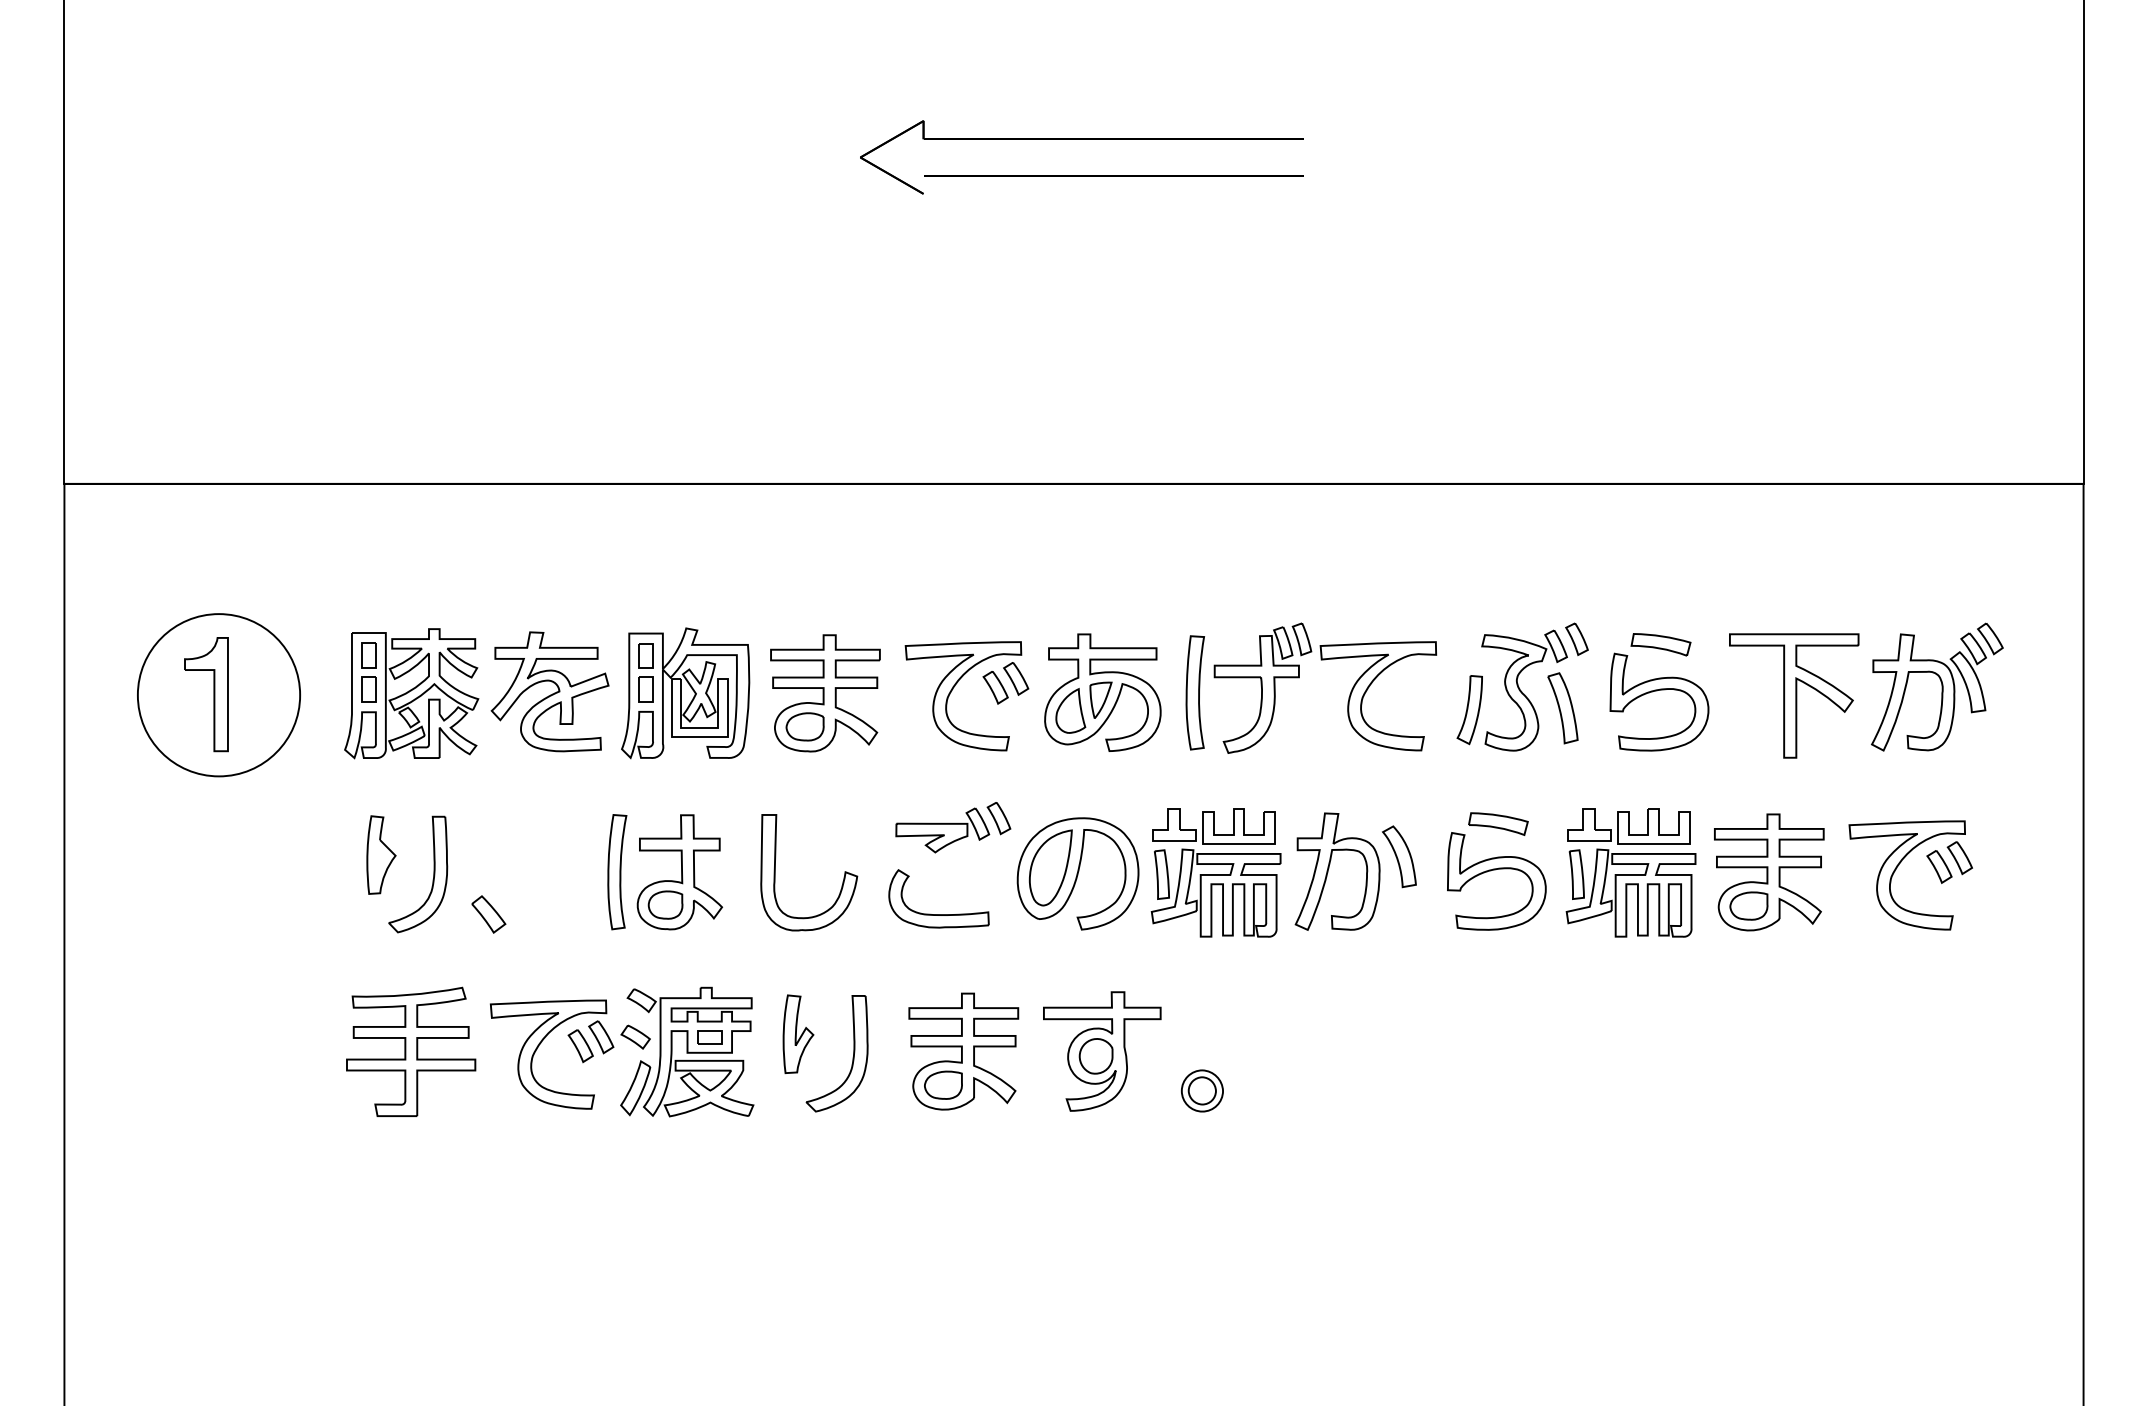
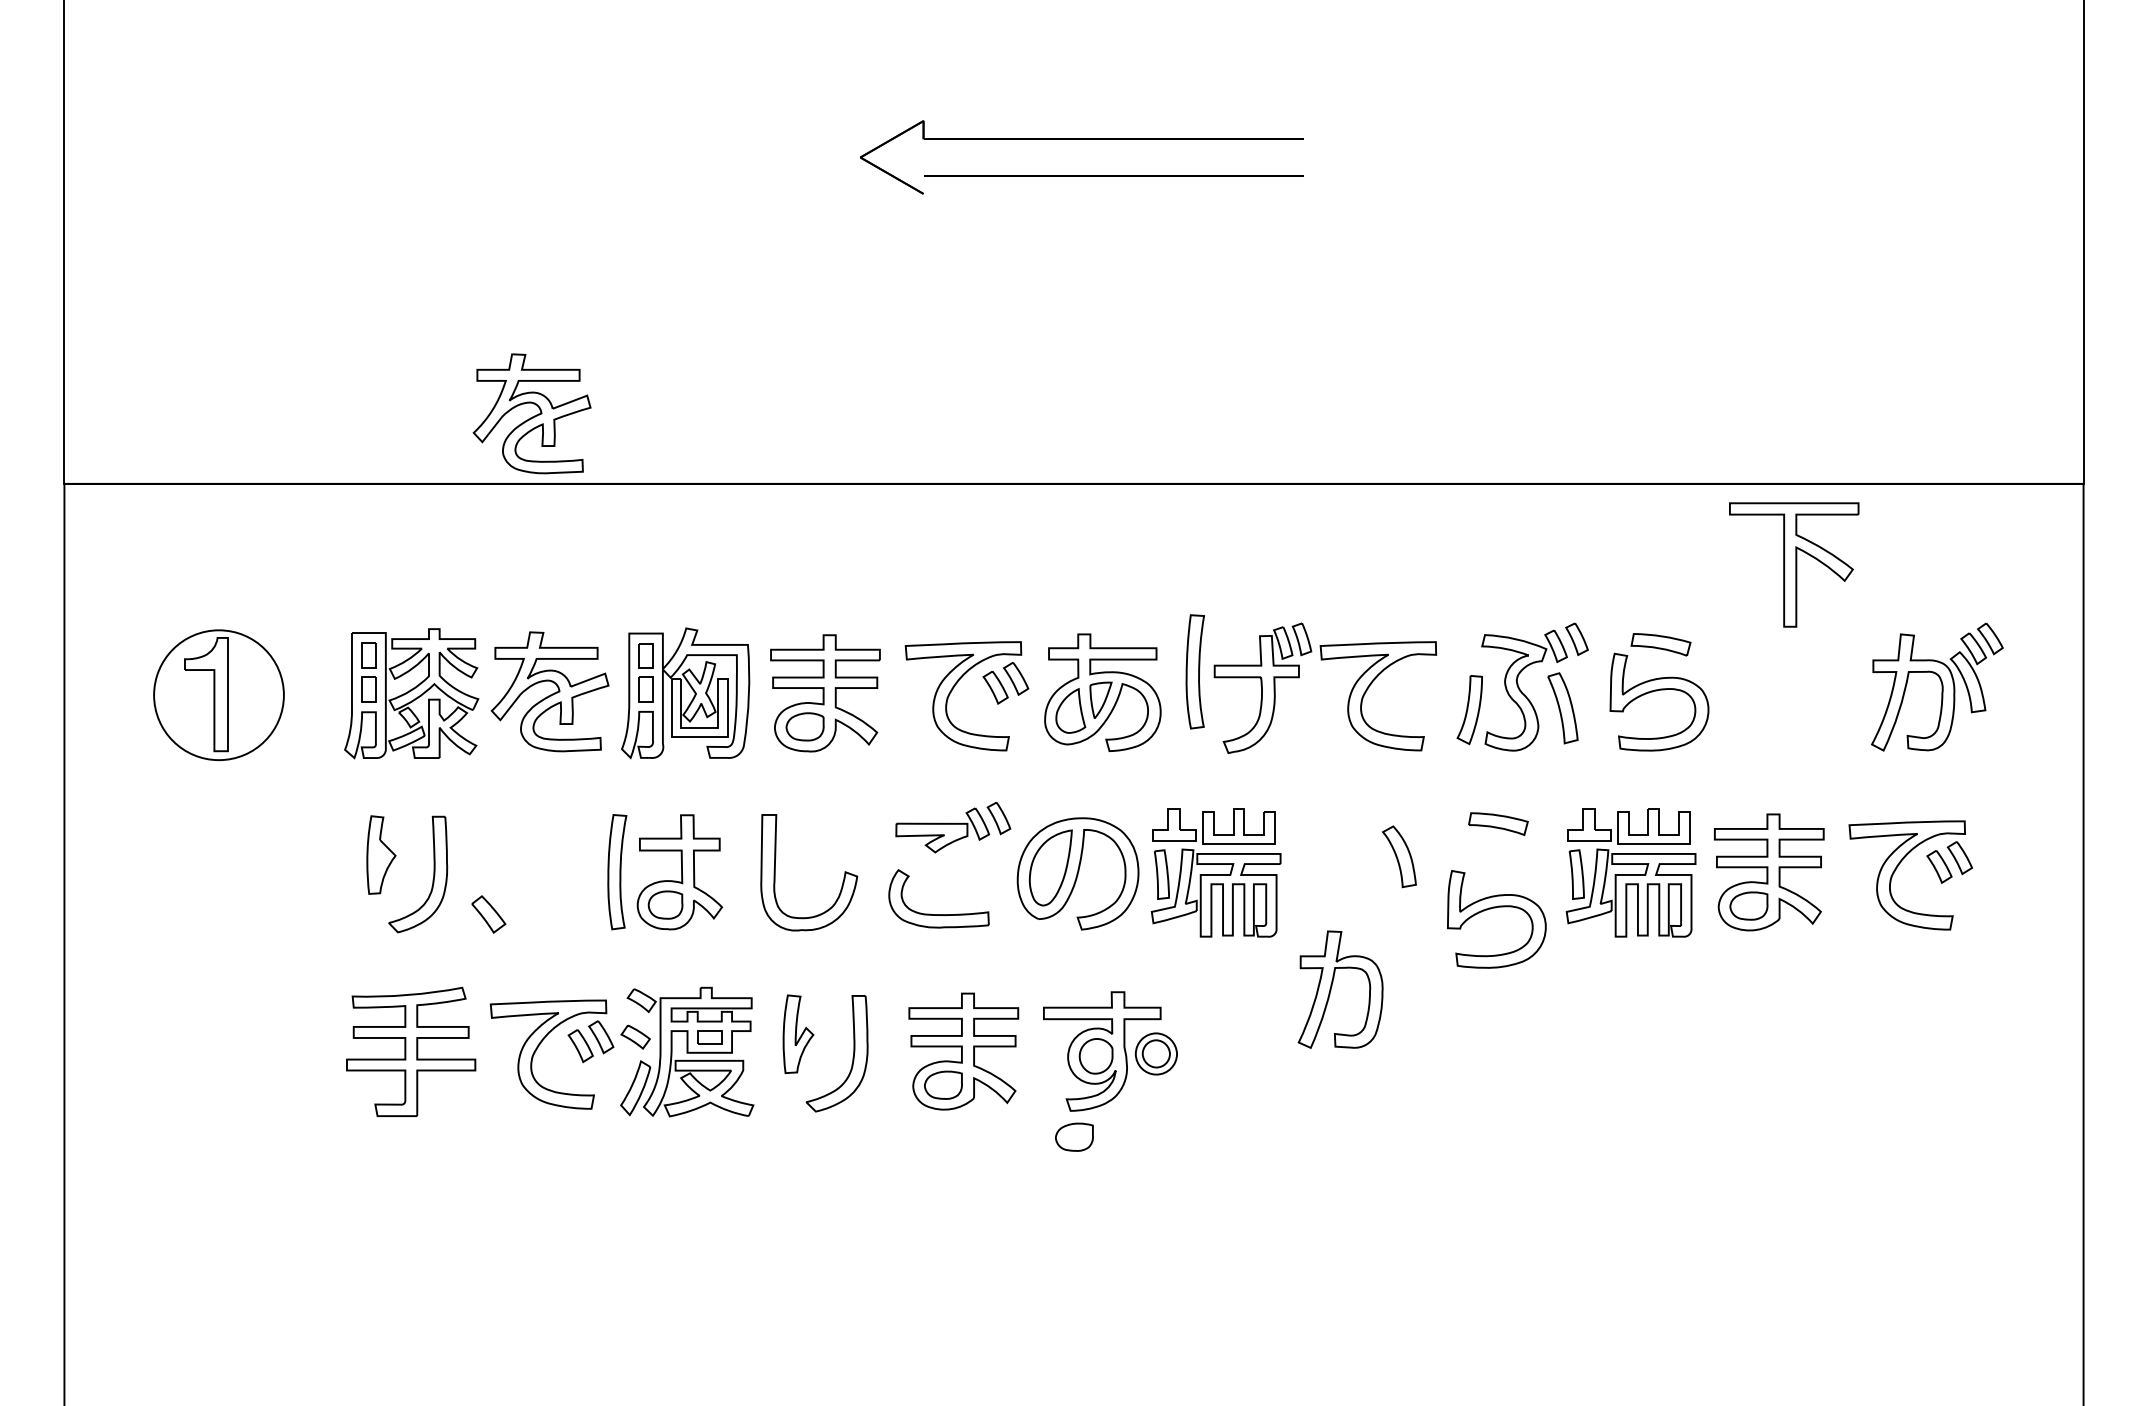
part at (531, 413): none -> present
part at (1195, 692) position: (1195, 692) -> (1195, 671)
circle at (218, 695) diameter: 162 px -> 130 px
part at (1794, 695) position: (1794, 695) -> (1794, 564)
part at (1329, 868) position: (1329, 868) -> (1332, 986)
part at (1495, 870) position: (1495, 870) -> (1495, 908)
part at (1202, 1090) position: (1202, 1090) -> (1156, 1053)
part at (1074, 1136): none -> present
